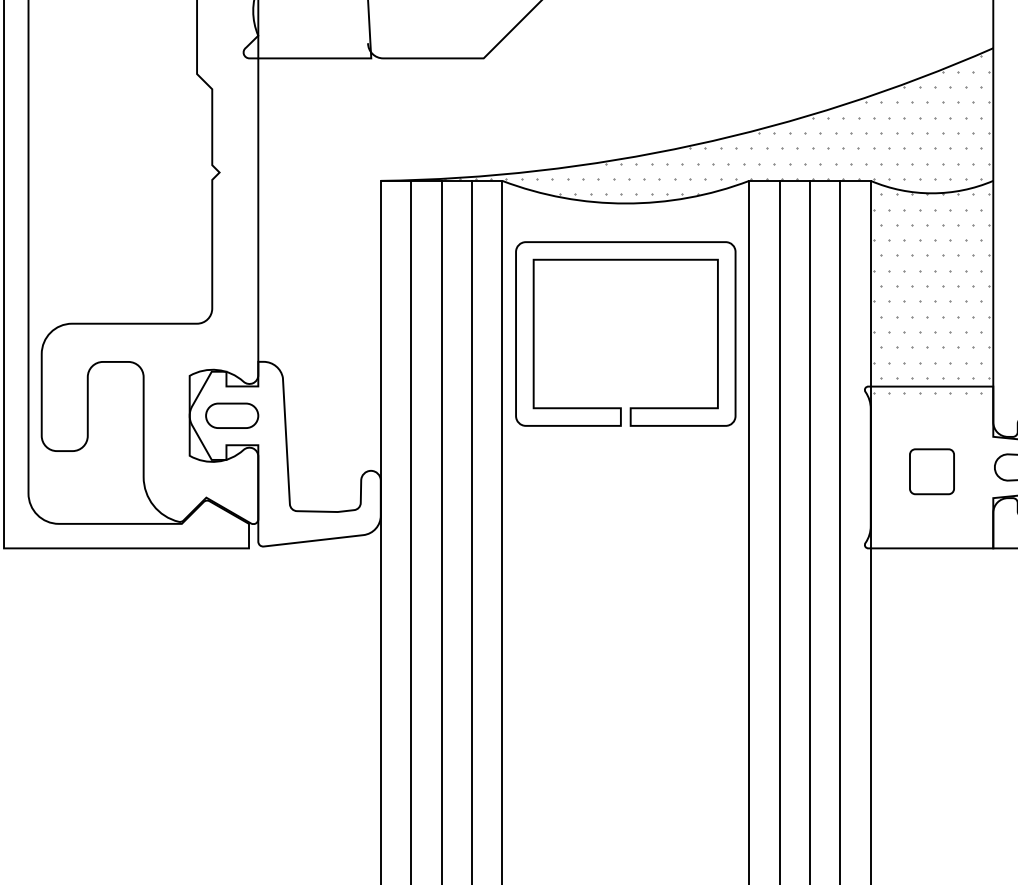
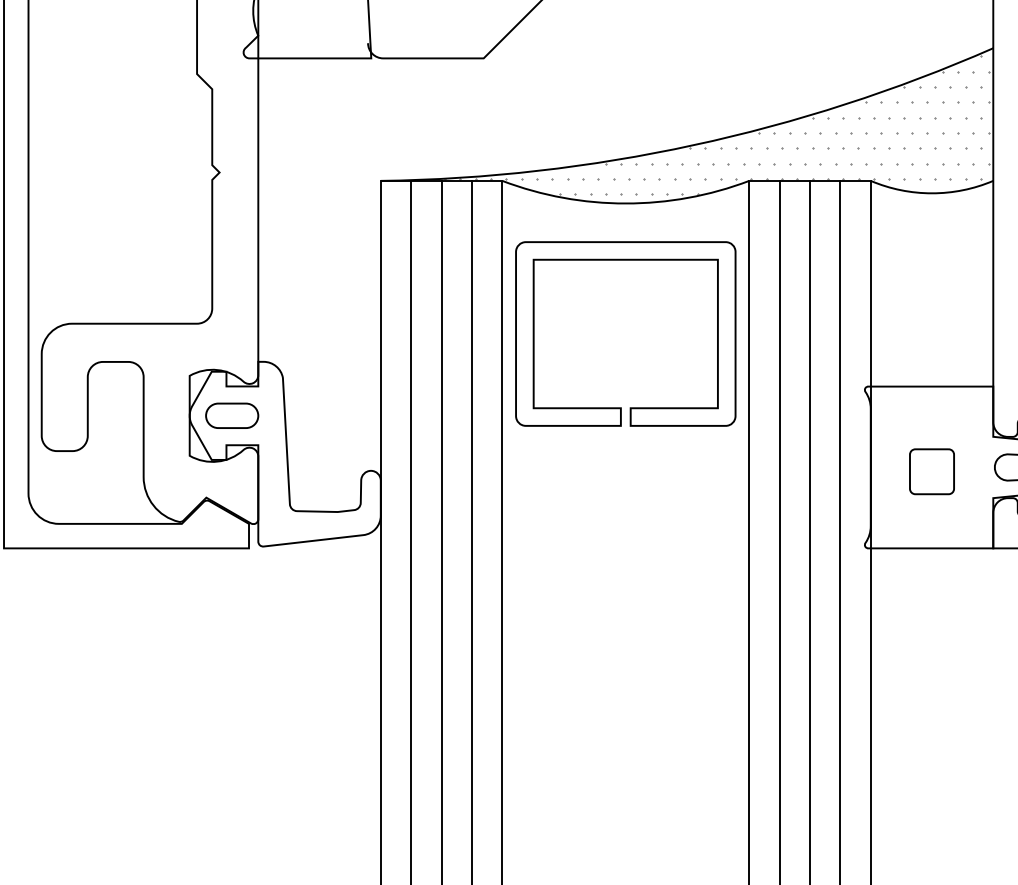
hatch at (930, 293): present -> none
